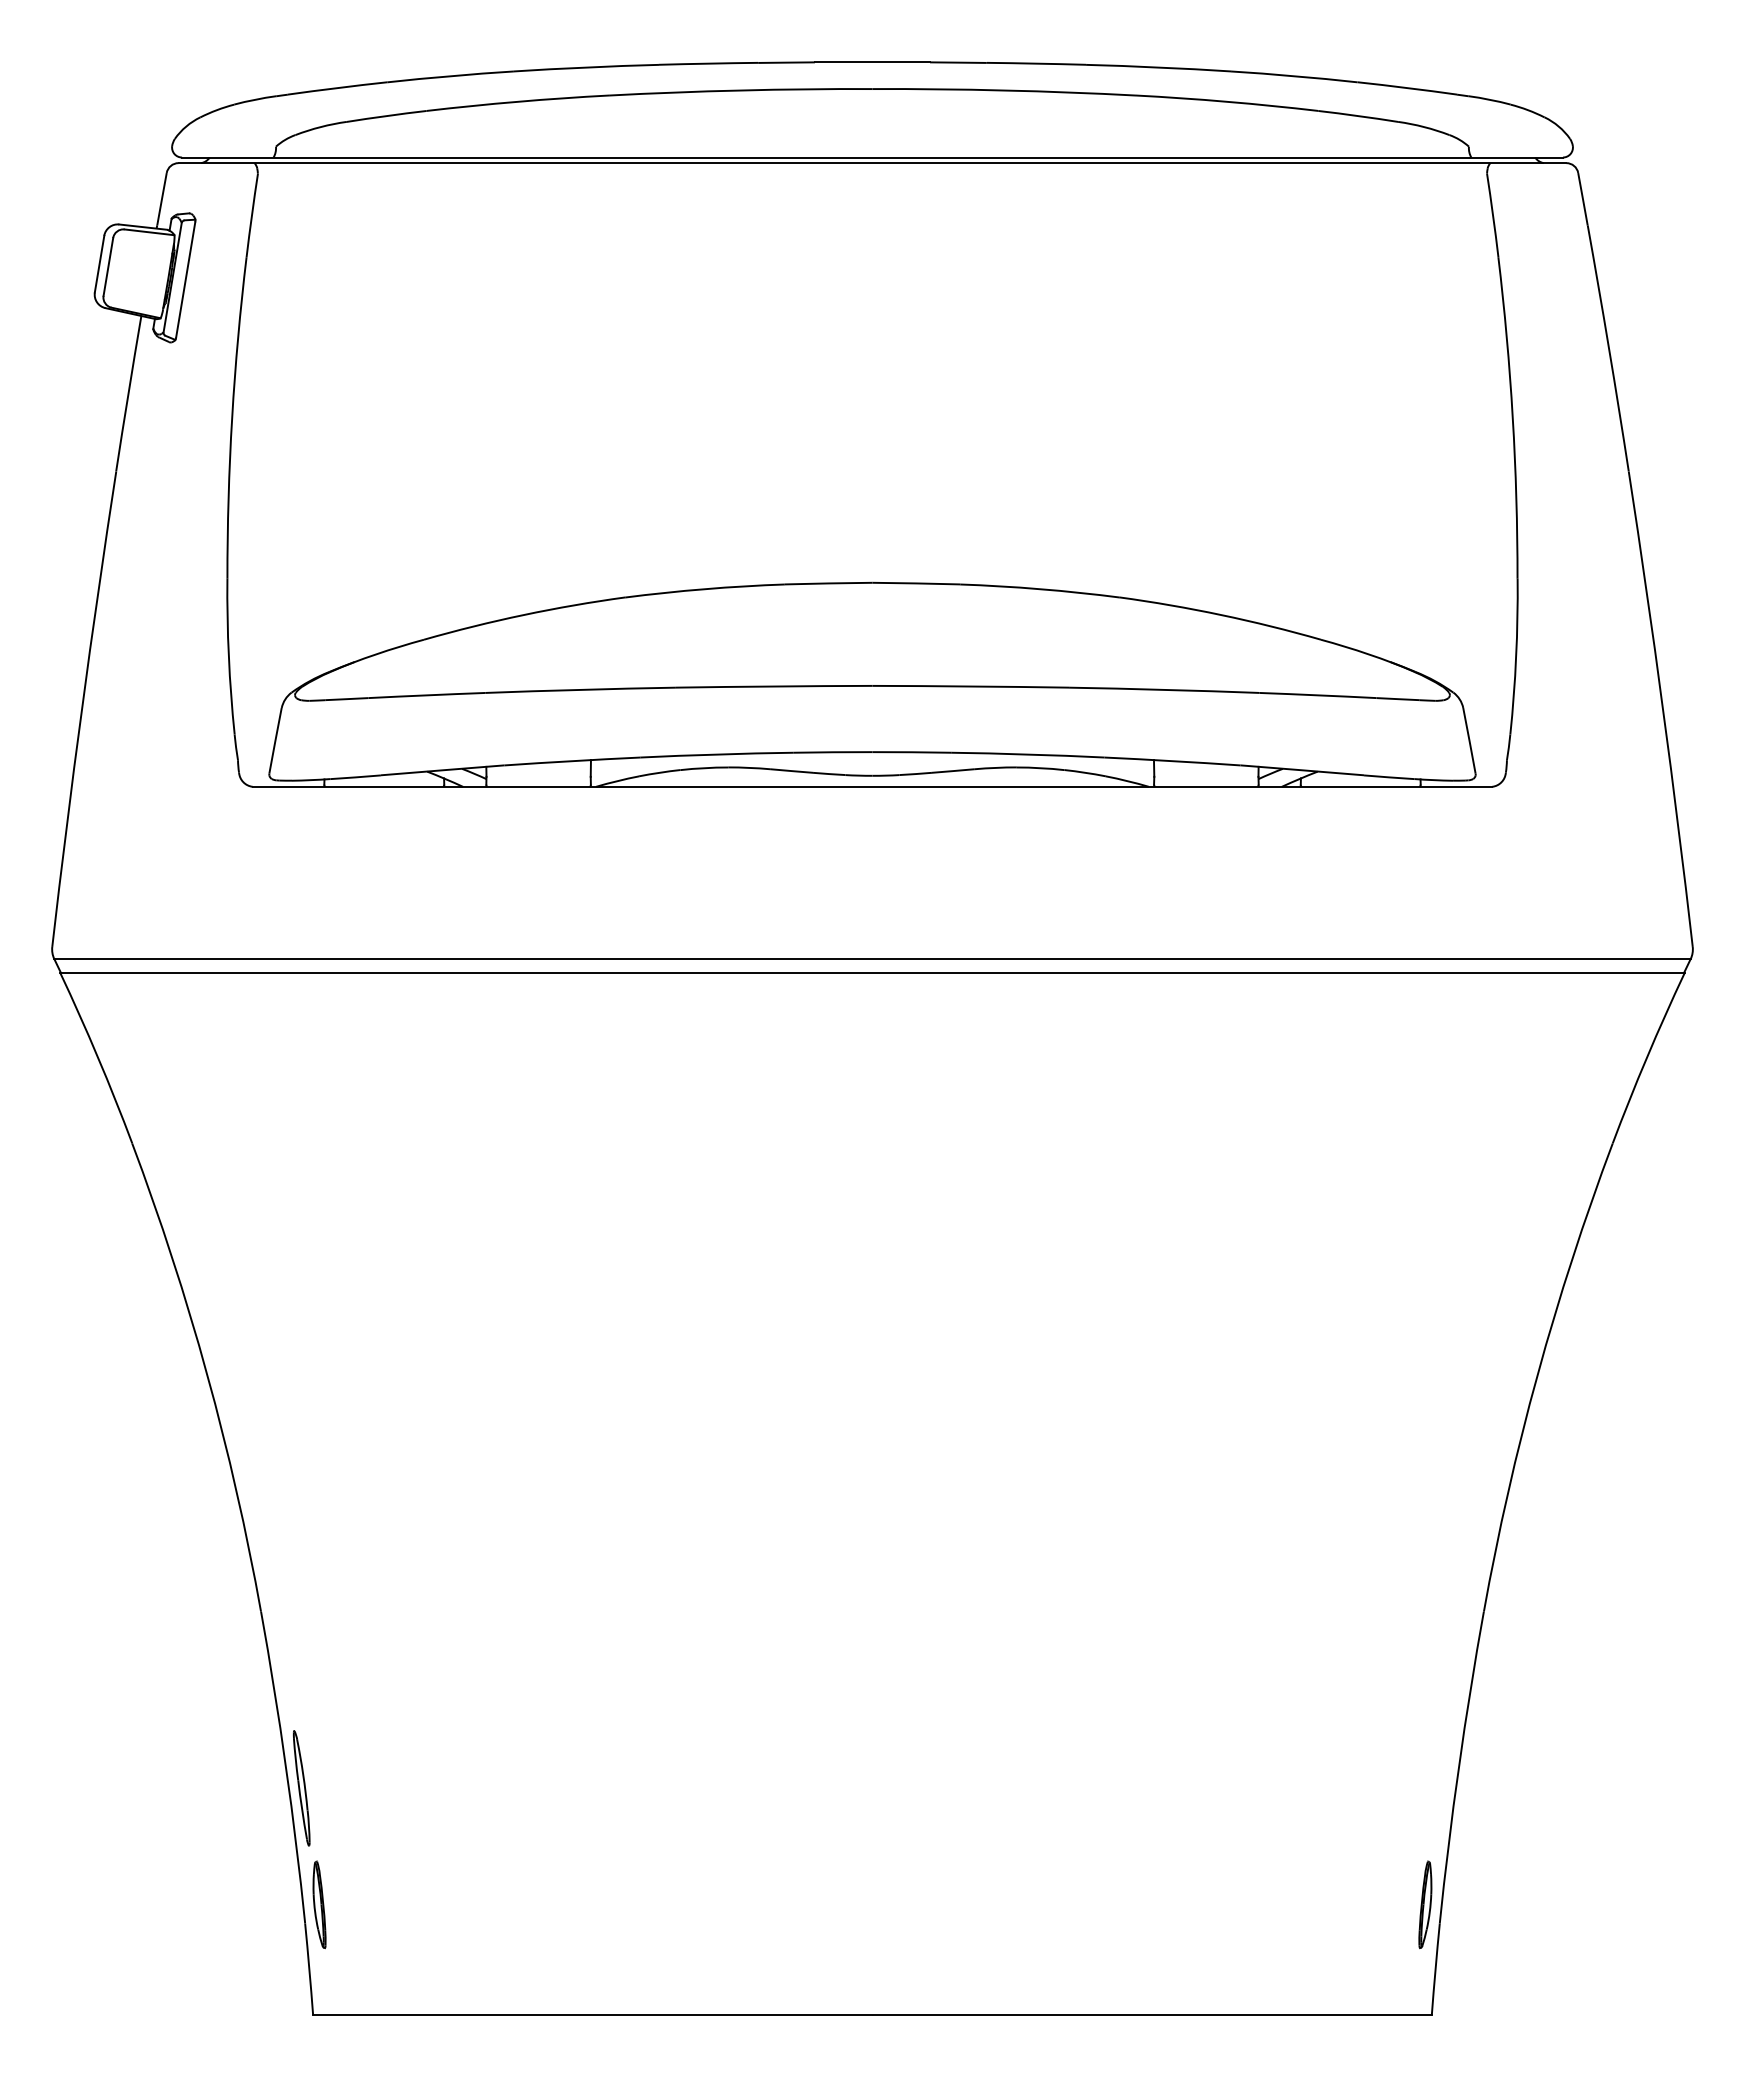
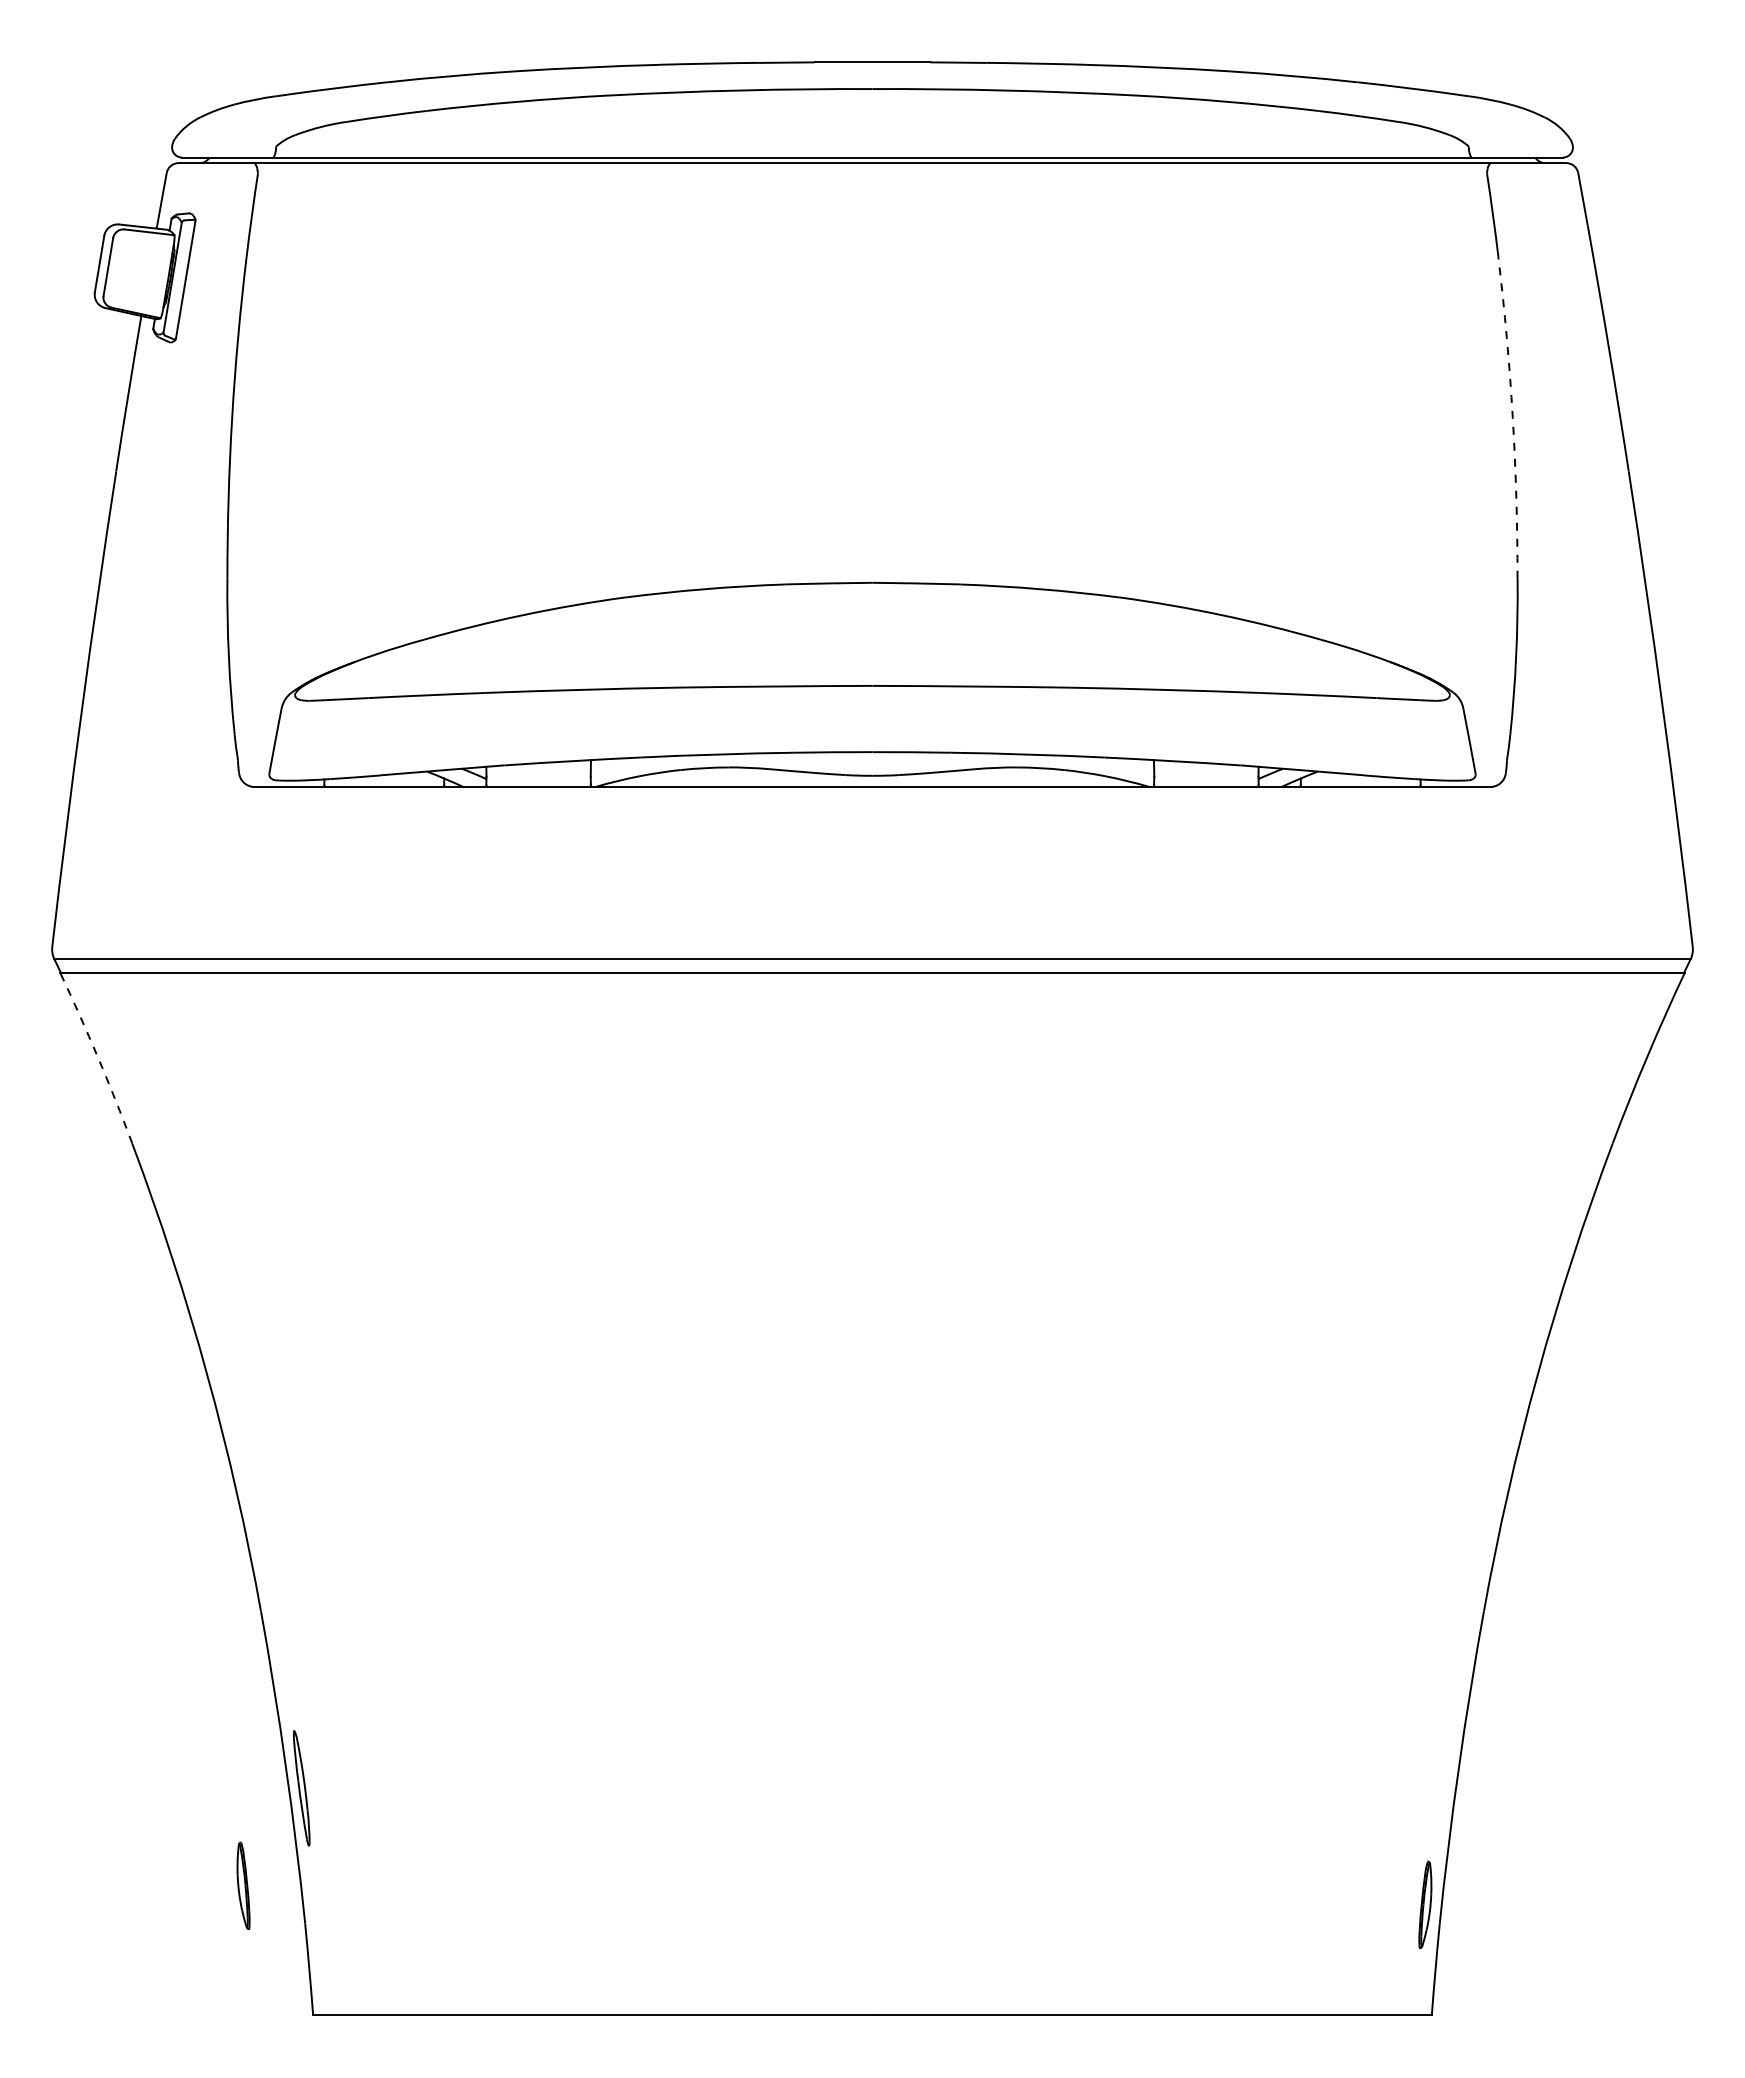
arc at (1512, 417): solid -> dashed
arc at (98, 1057): solid -> dashed
part at (319, 1904) position: (319, 1904) -> (243, 1885)
